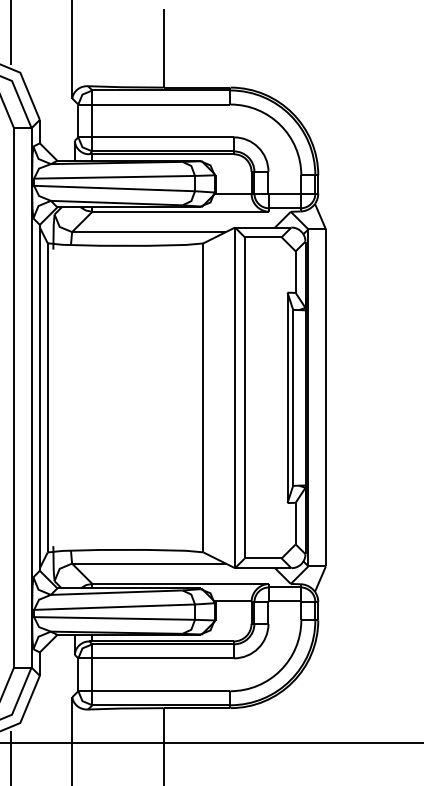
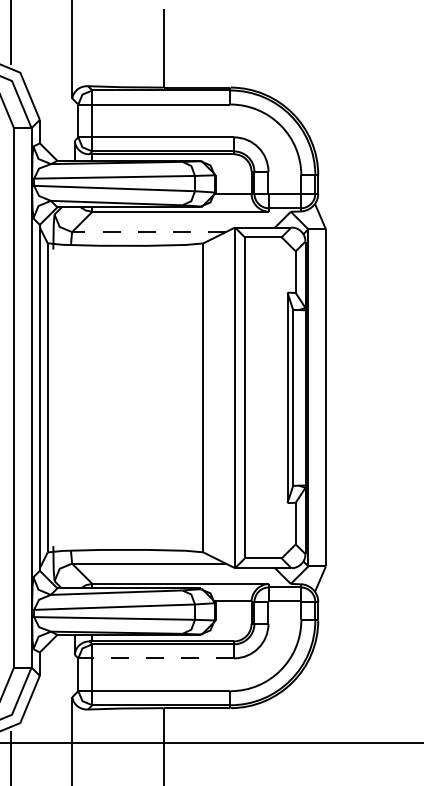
line at (149, 232): solid -> dashed
line at (163, 658): solid -> dashed
